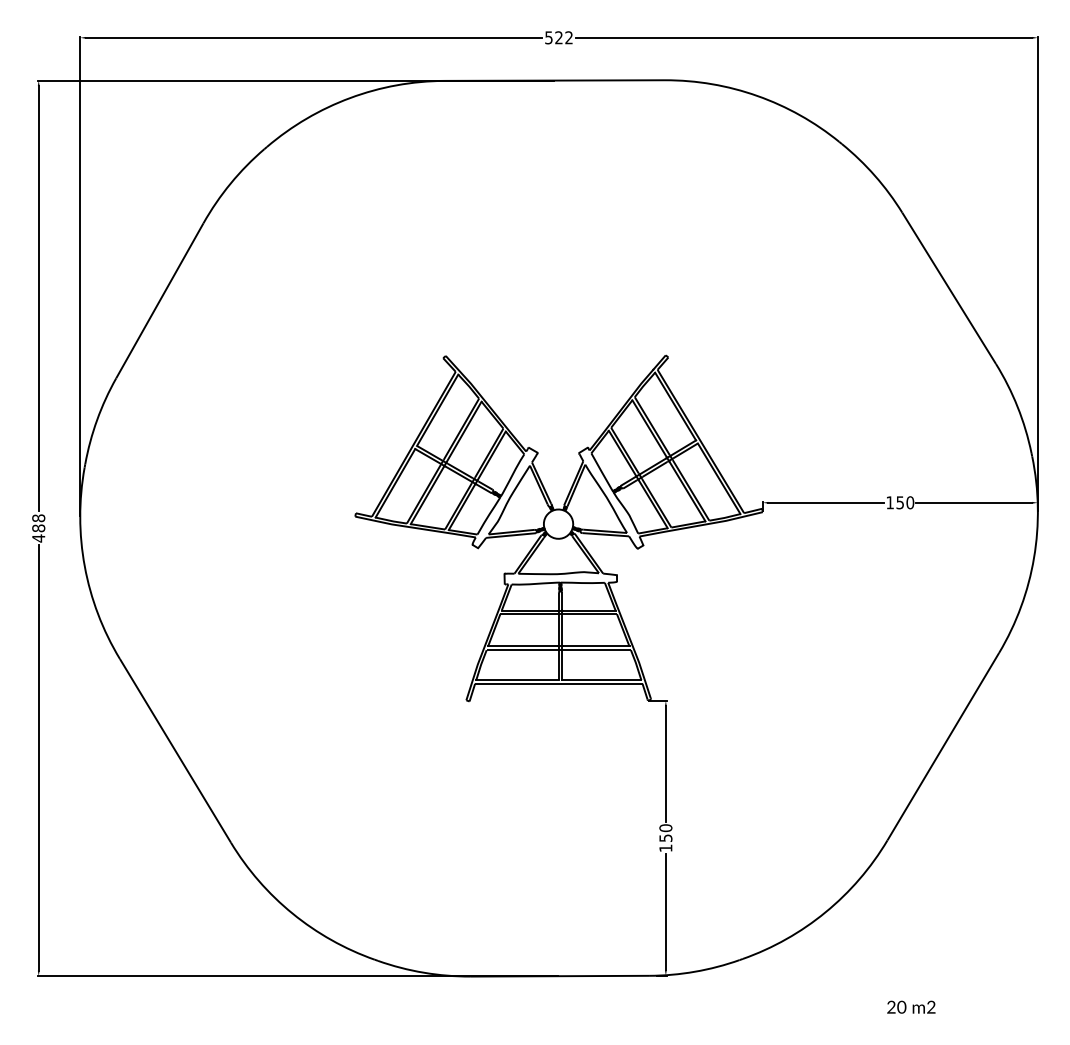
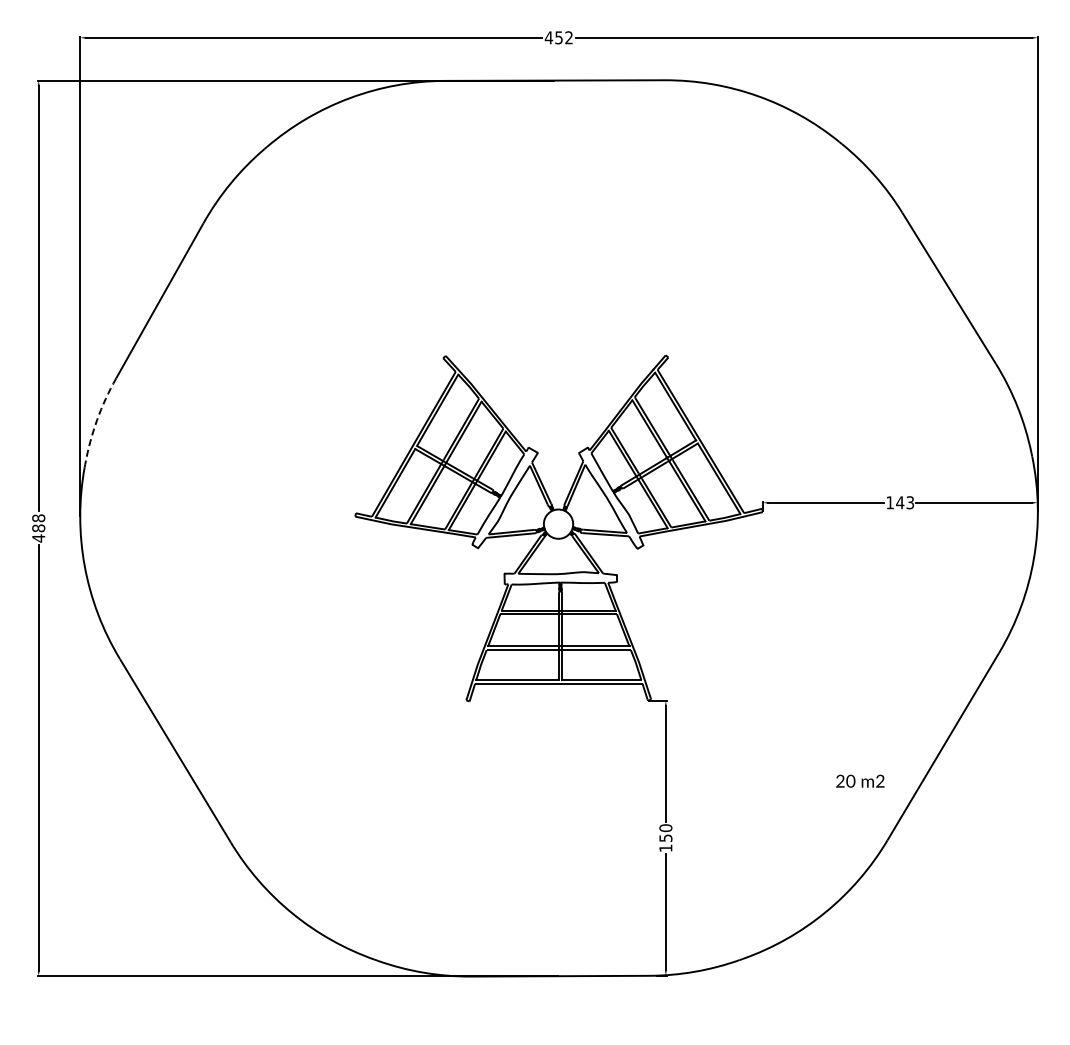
text at (553, 37): 522 -> 452
arc at (97, 420): solid -> dashed
text at (905, 502): 150 -> 143
text at (911, 1006) position: (911, 1006) -> (860, 780)
